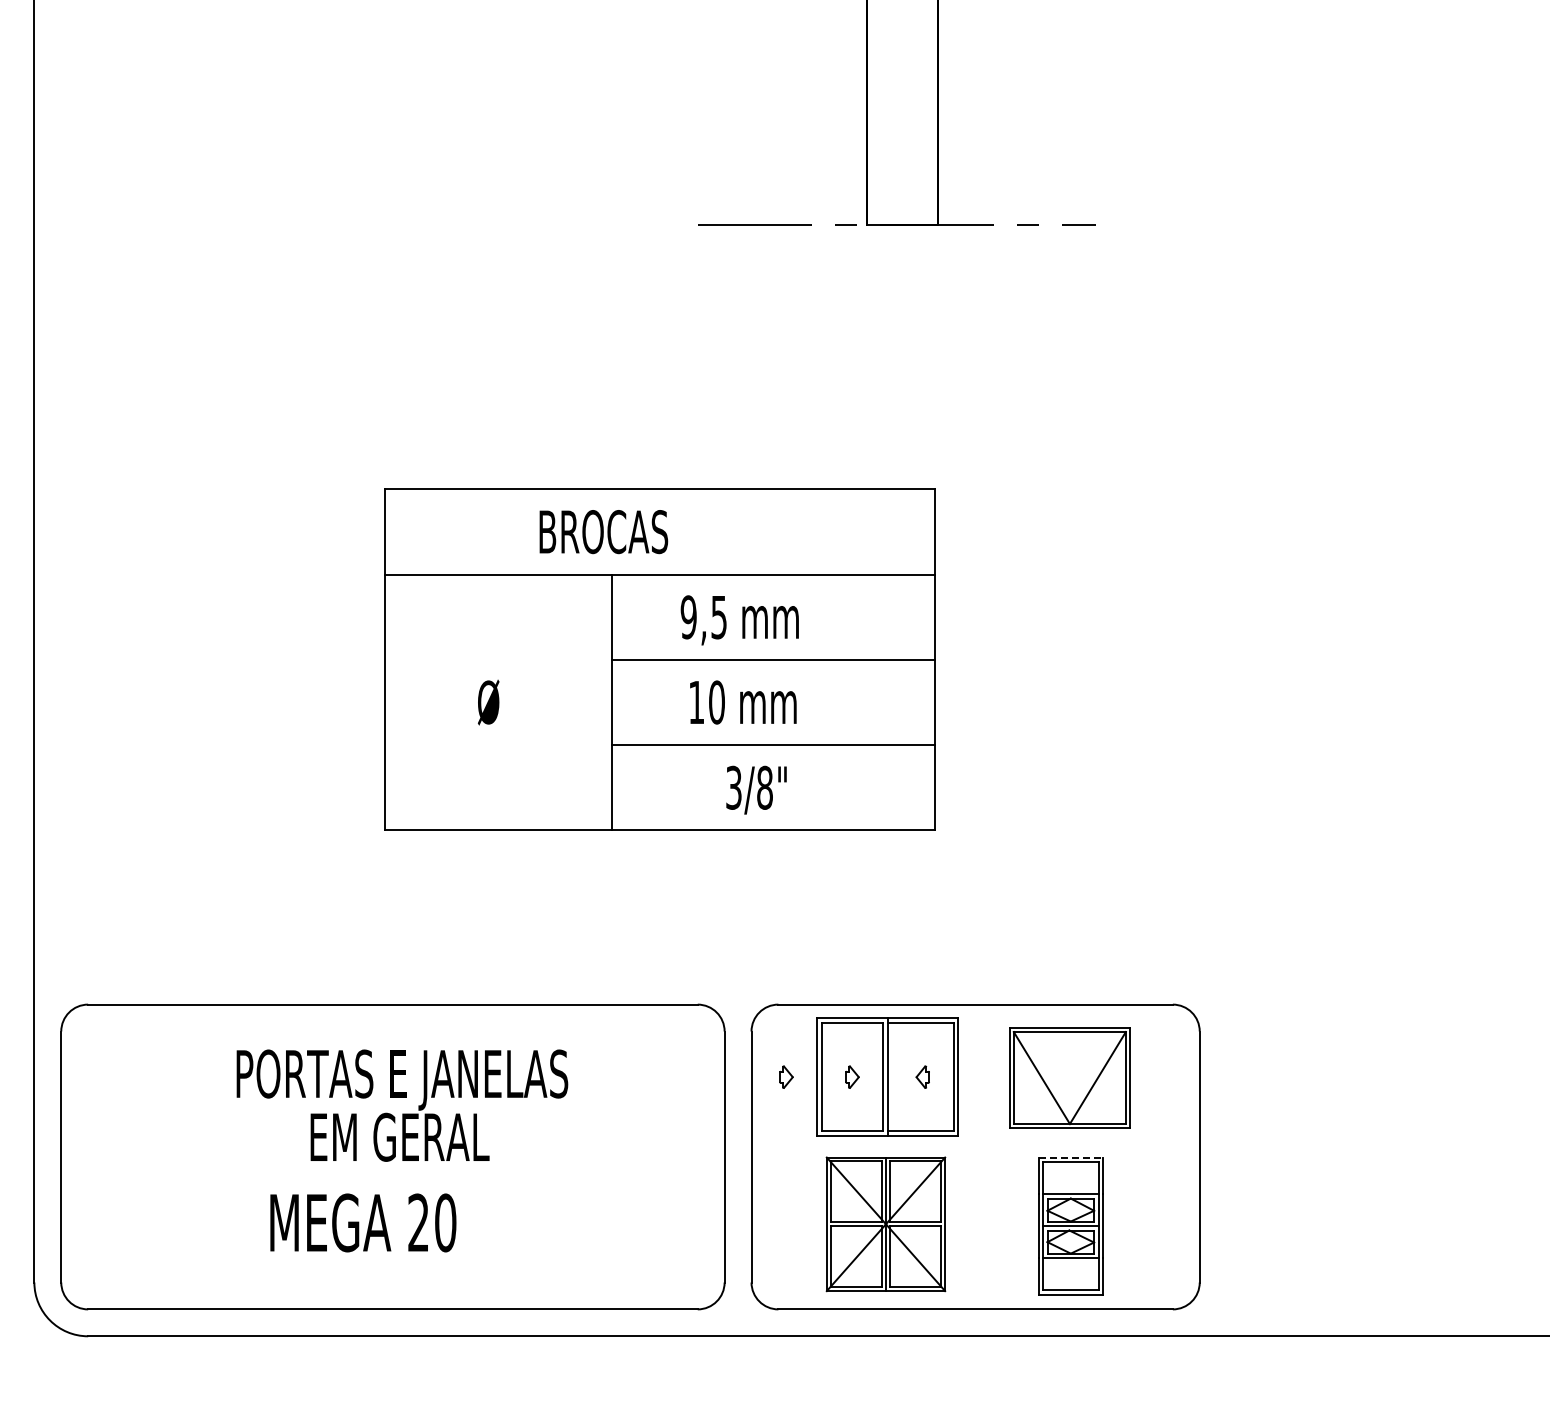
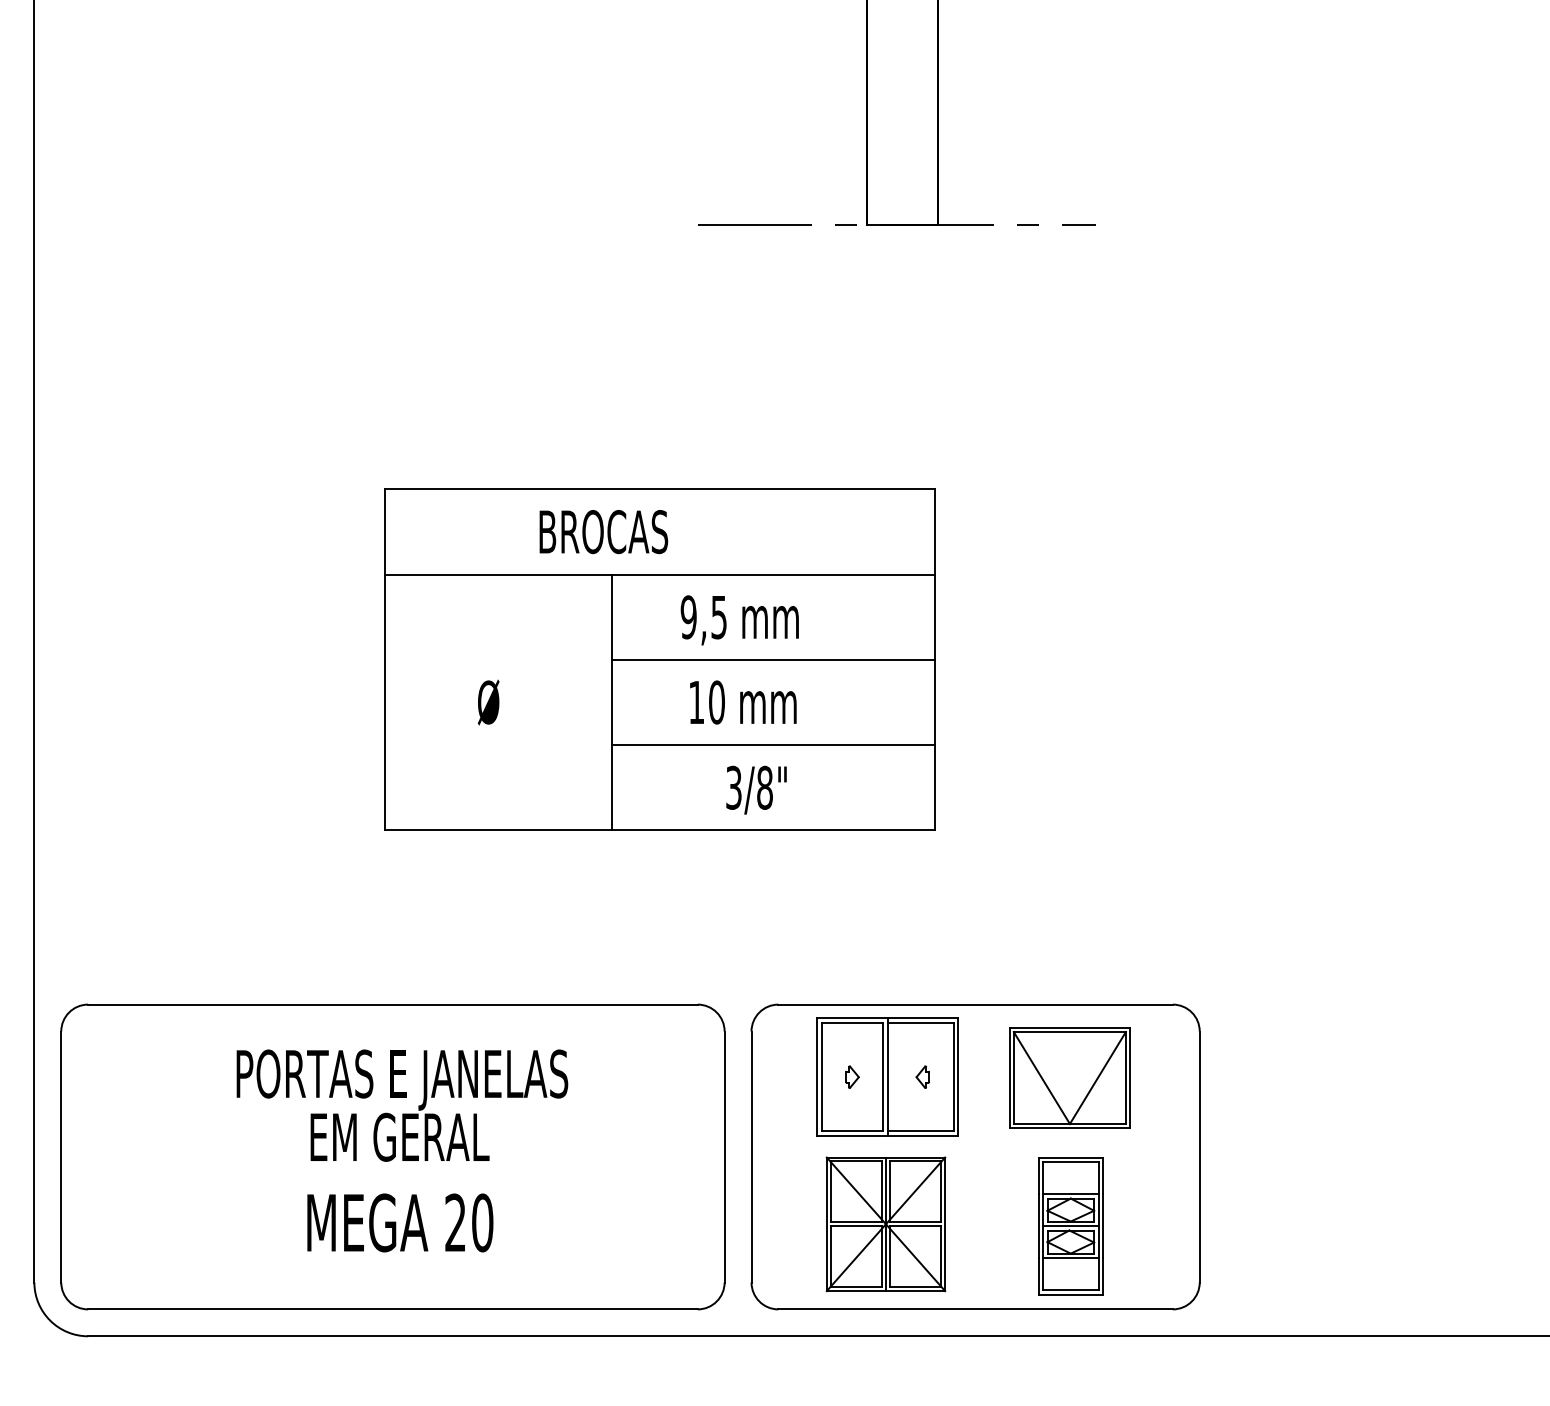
part at (786, 1076): present -> none
line at (1071, 1157): dashed -> solid
text at (363, 1222) position: (363, 1222) -> (400, 1222)
